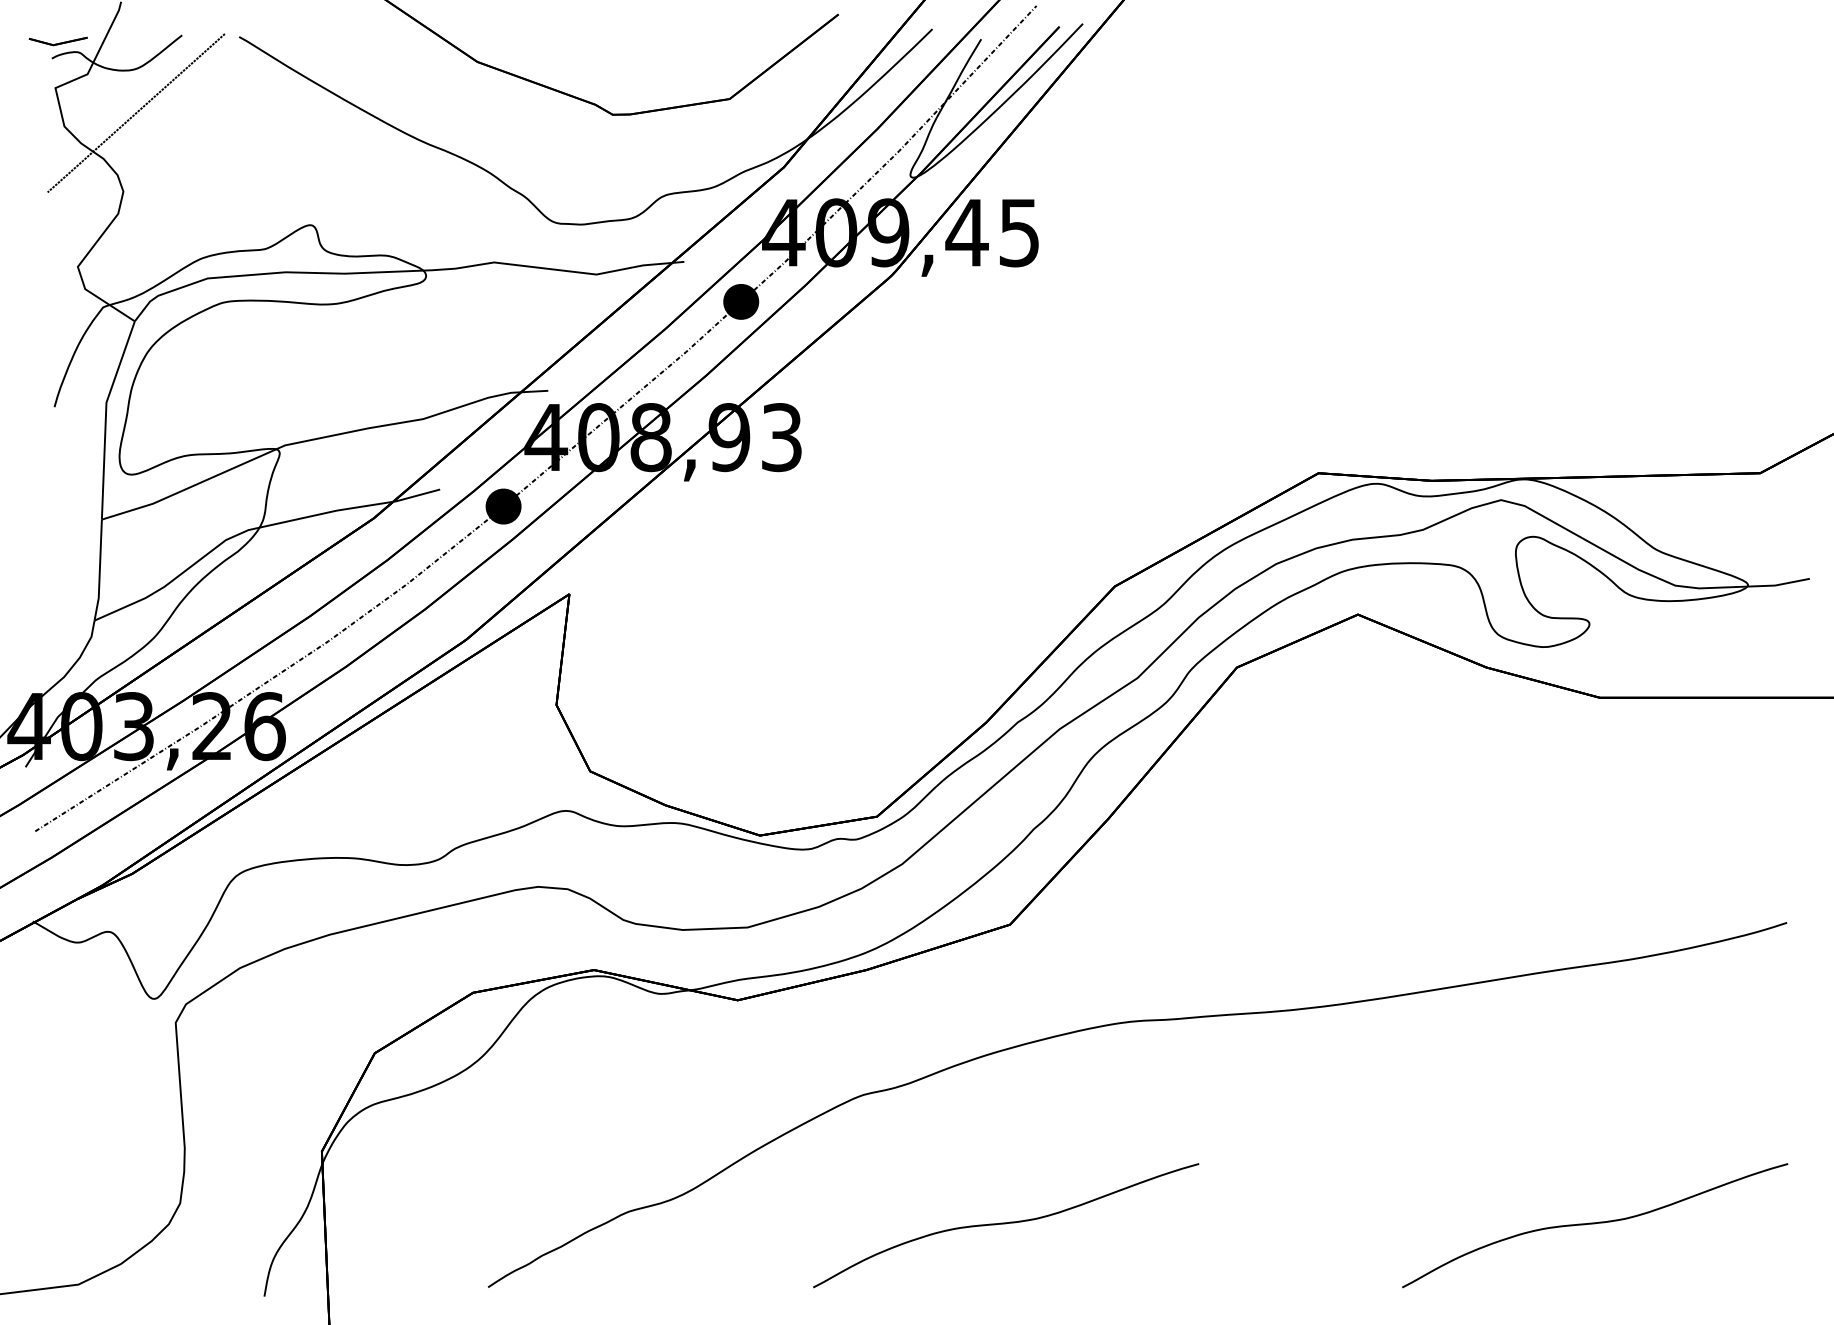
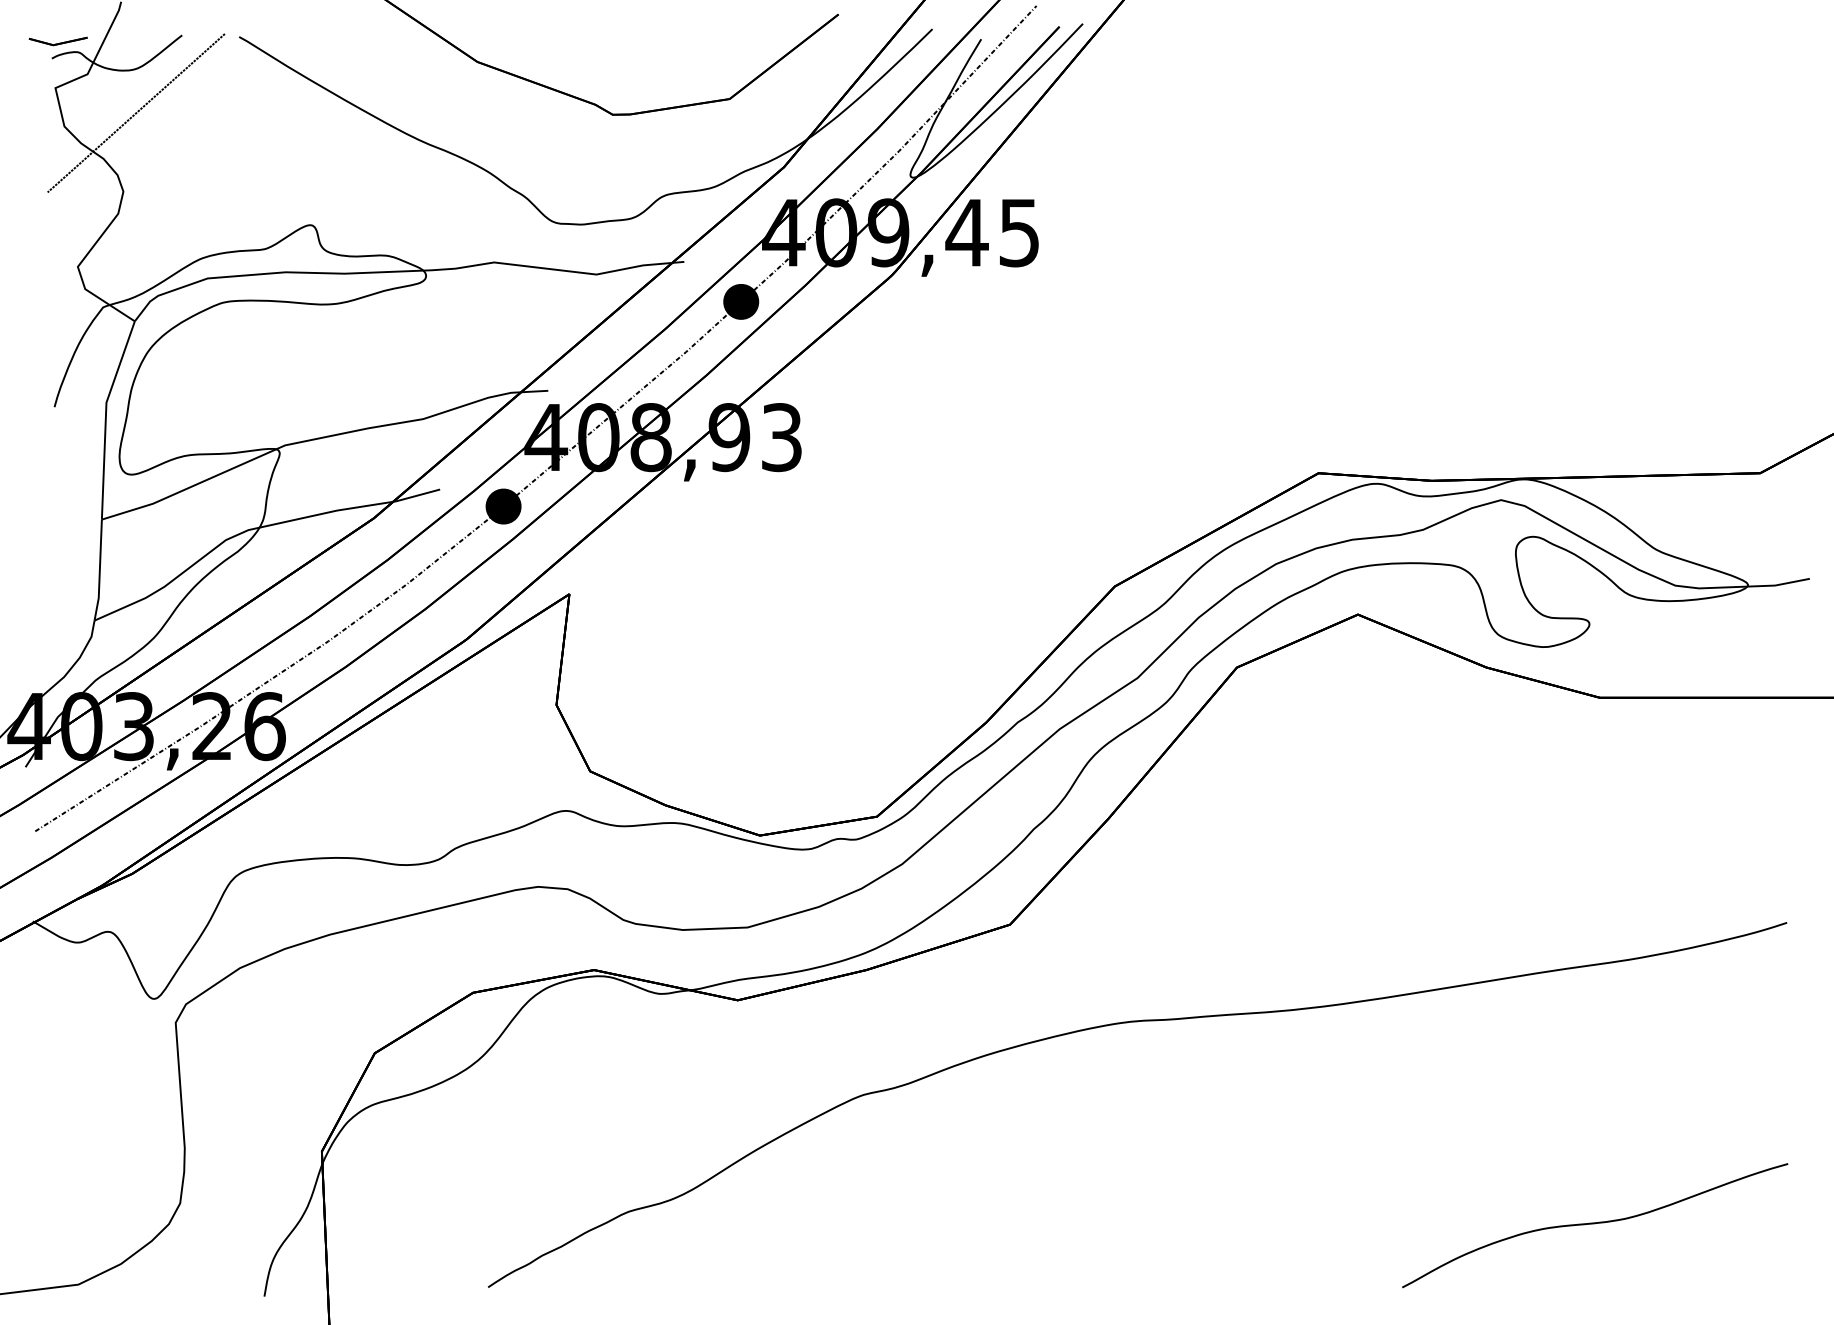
part at (1006, 1225): present -> none
